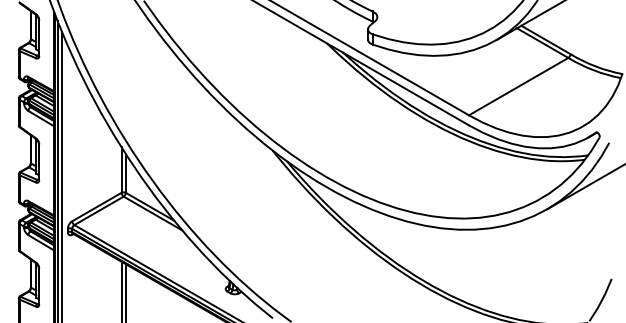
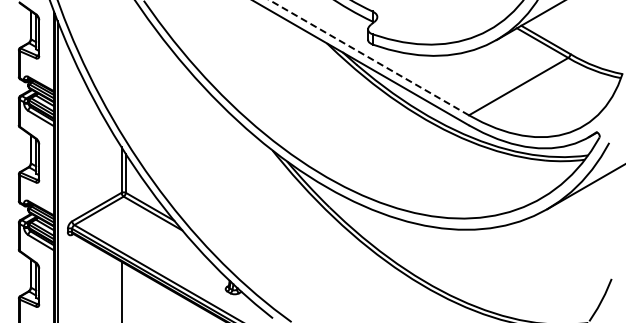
line at (368, 57): solid -> dashed
line at (62, 175): present -> none
line at (125, 291): present -> none
